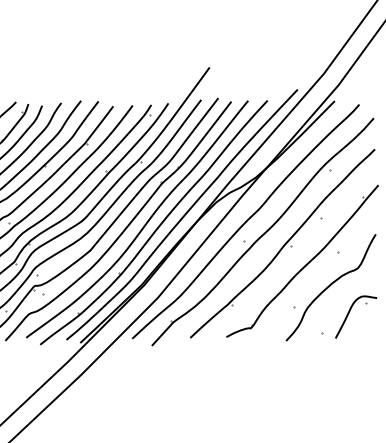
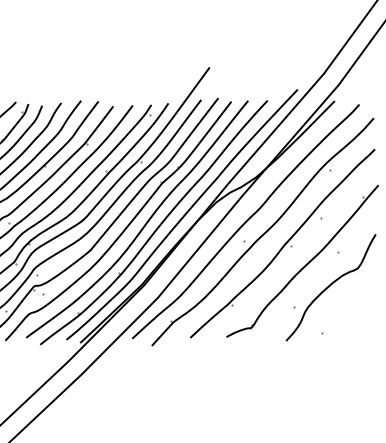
part at (349, 313): present -> none
